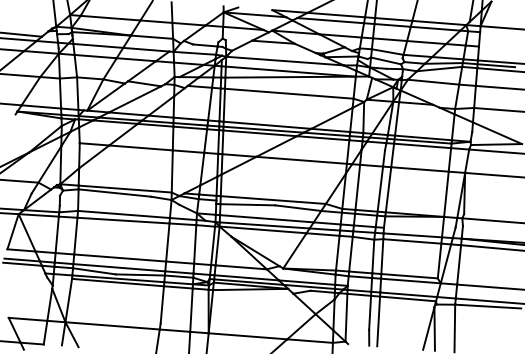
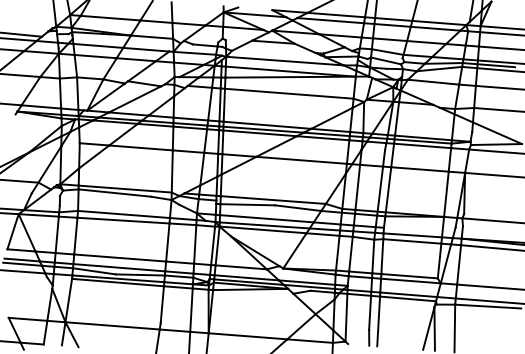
line at (500, 33): none -> present
line at (499, 47): none -> present
line at (23, 271): none -> present
